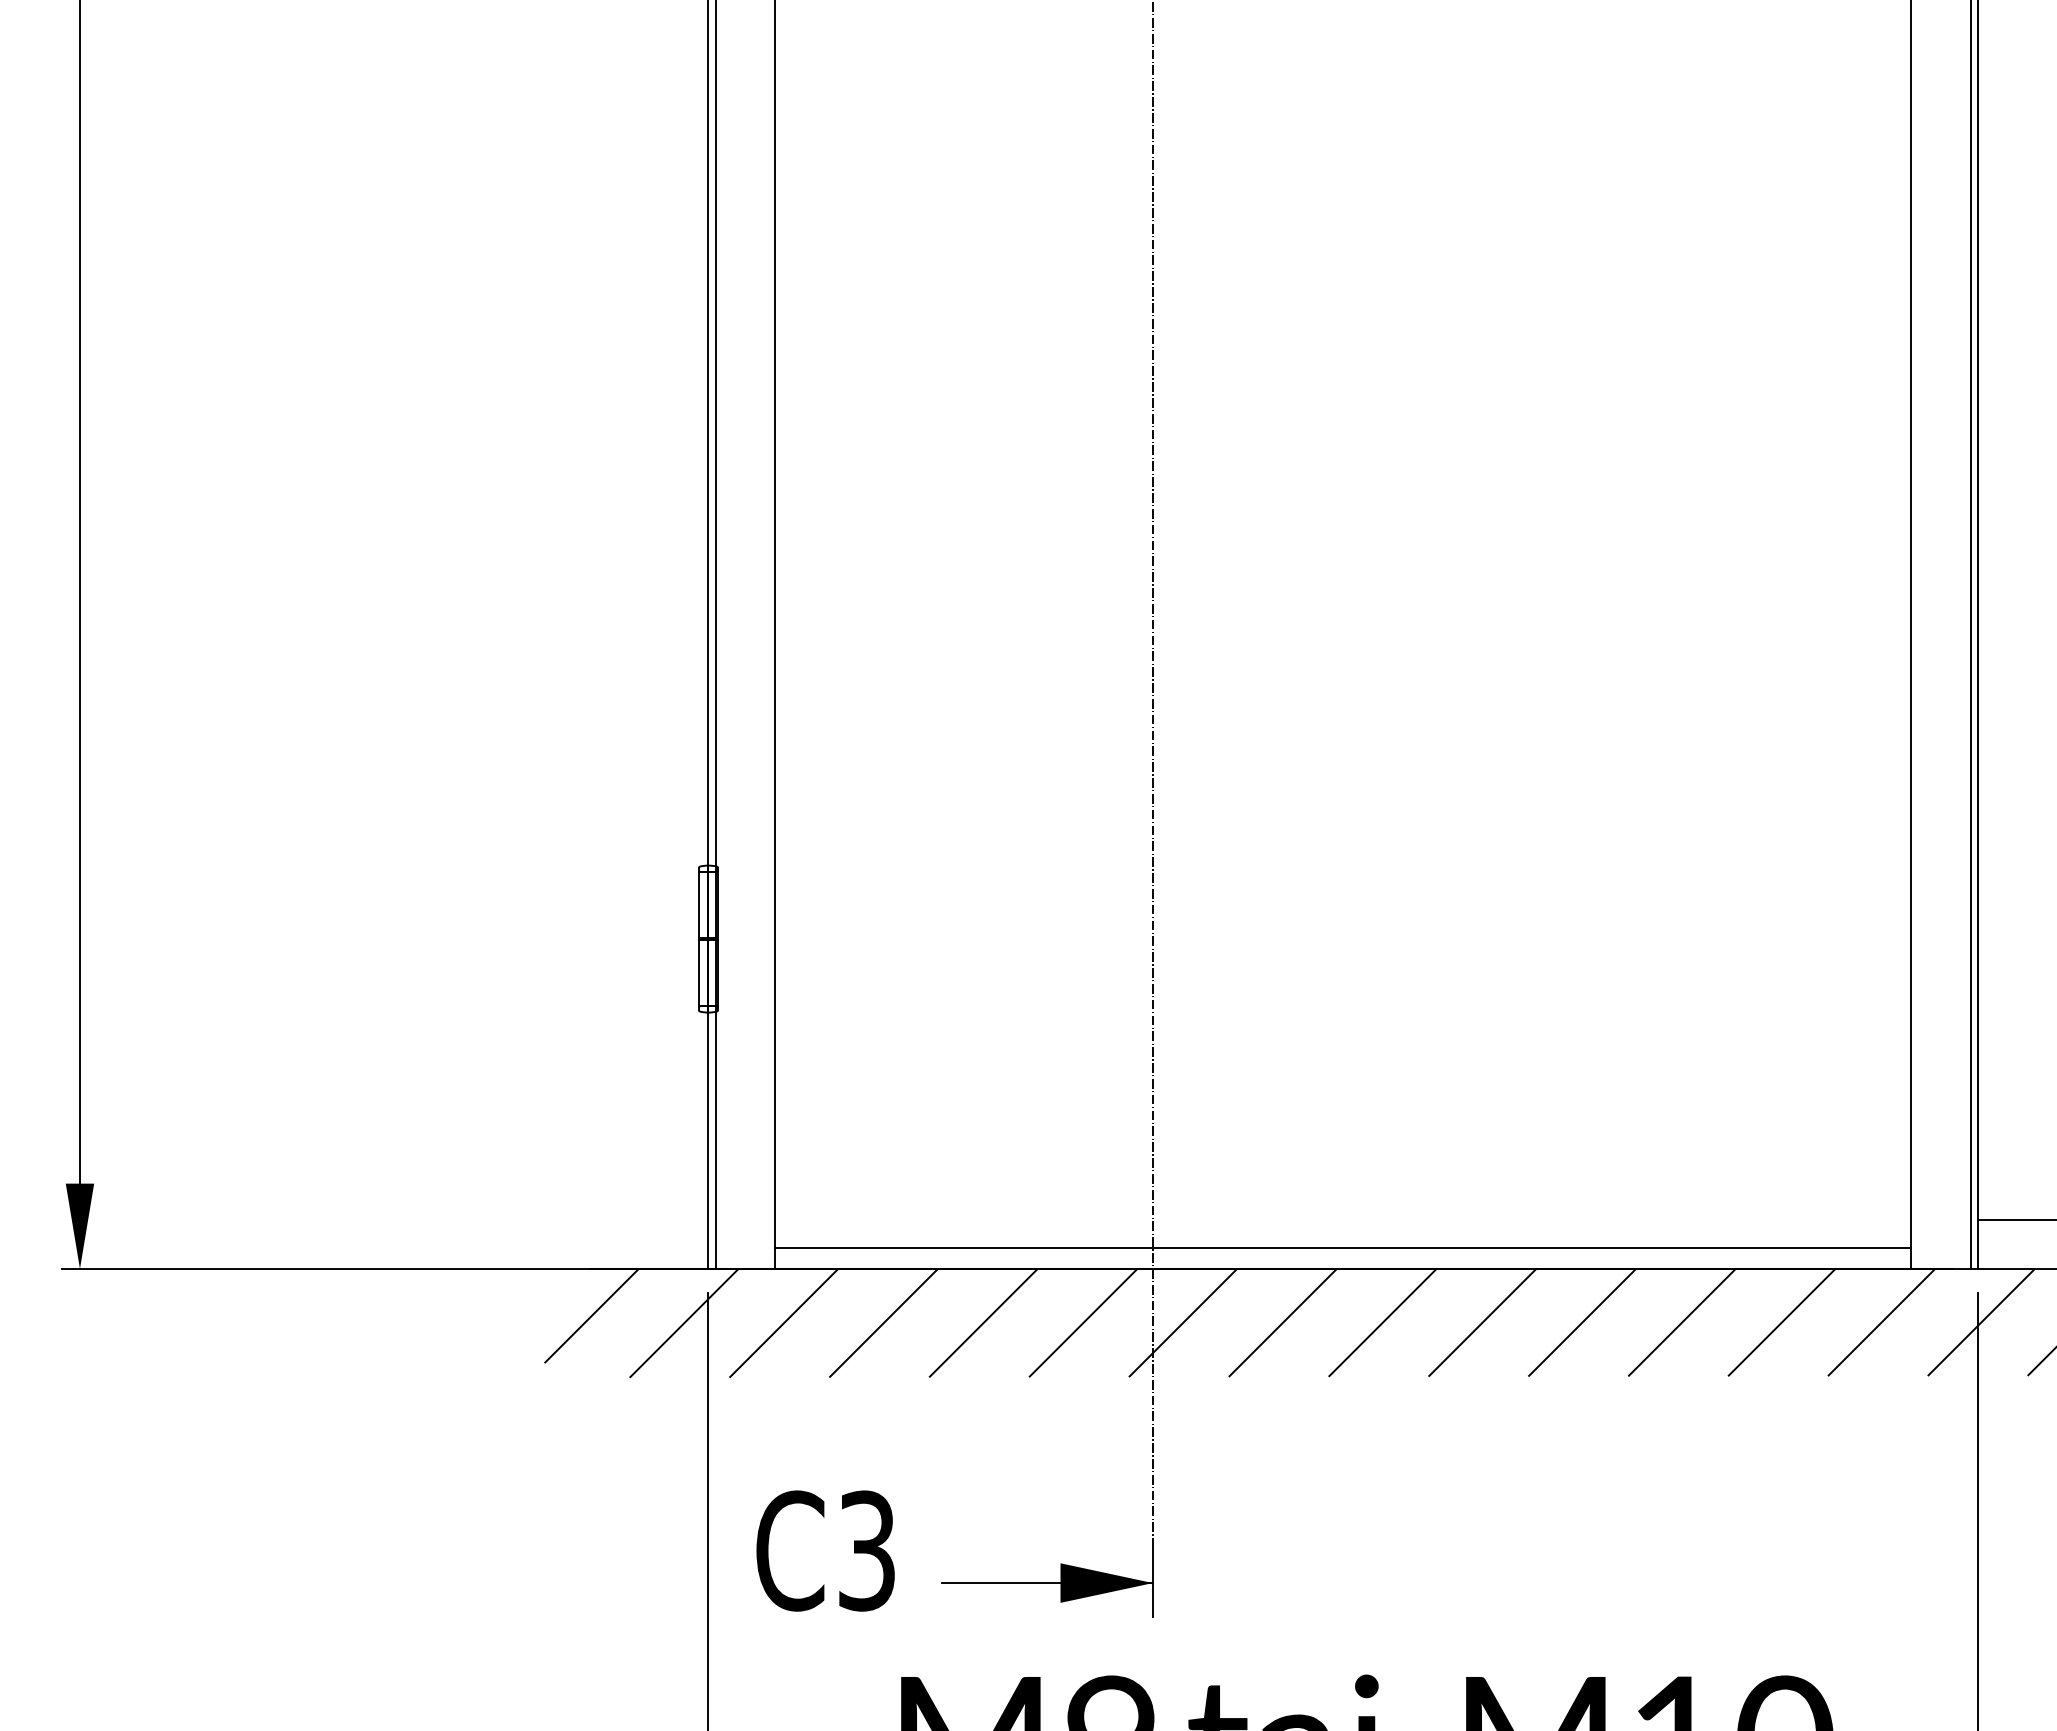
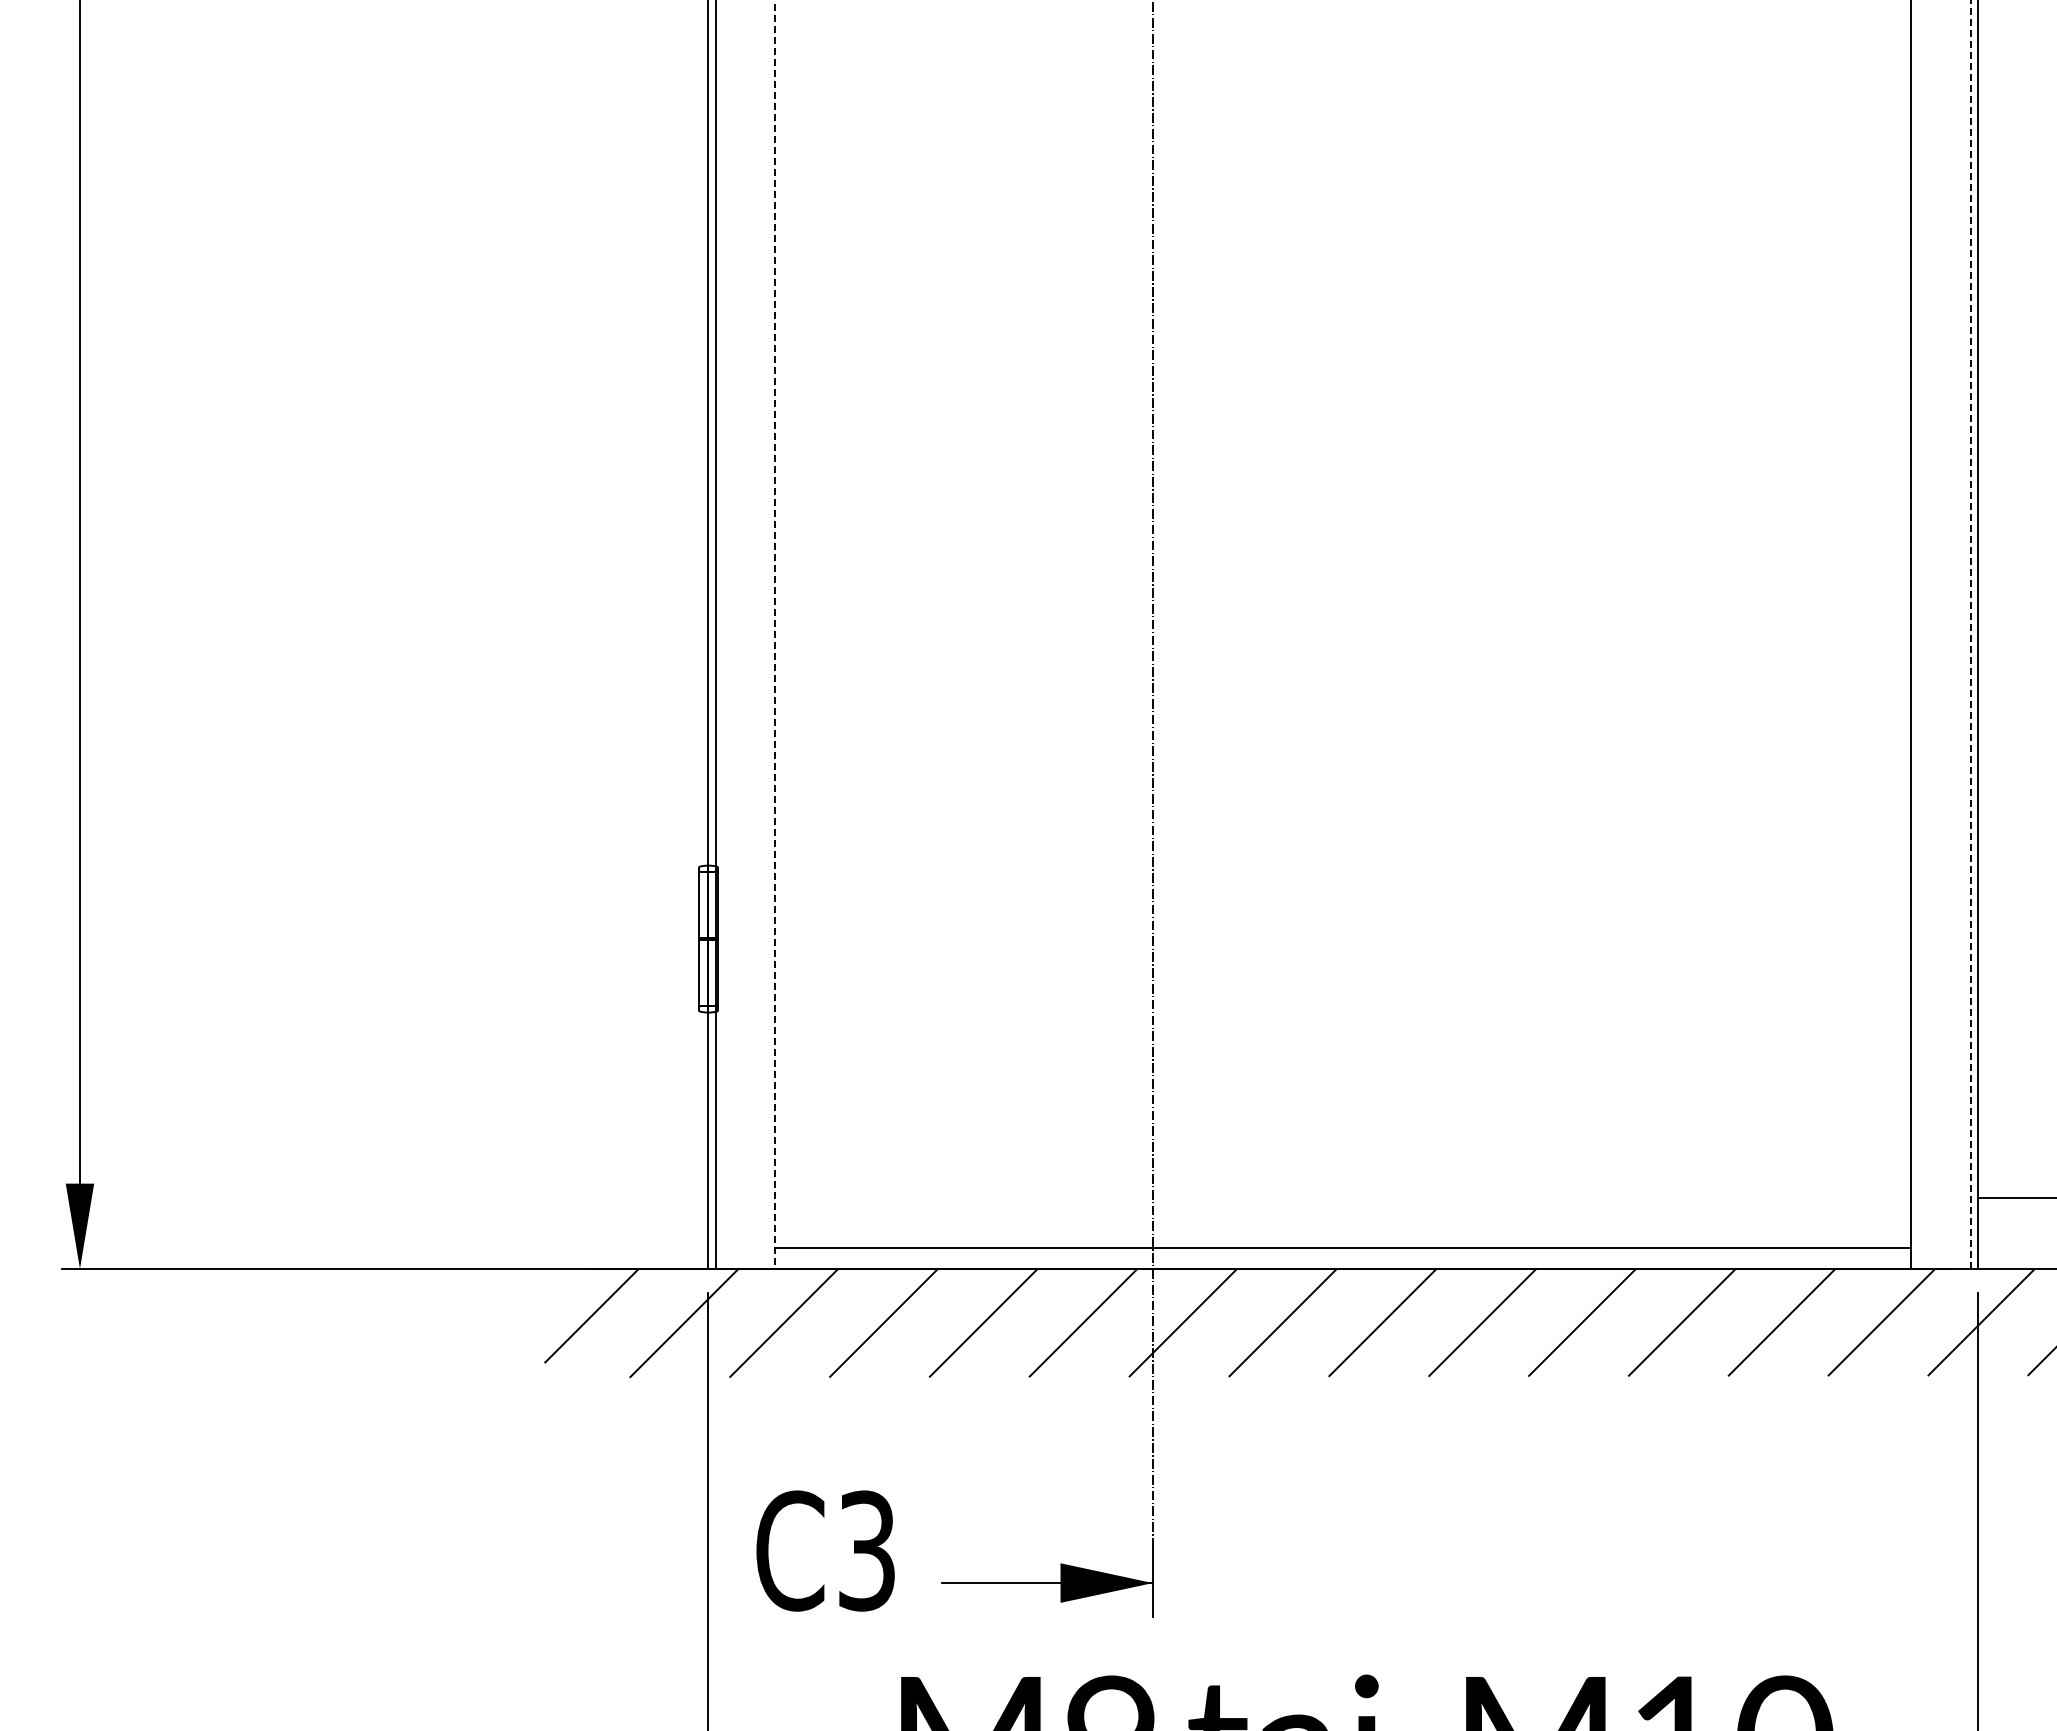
line at (1970, 633): solid -> dashed
line at (774, 635): solid -> dashed
line at (2015, 1219) position: (2015, 1219) -> (2015, 1197)
